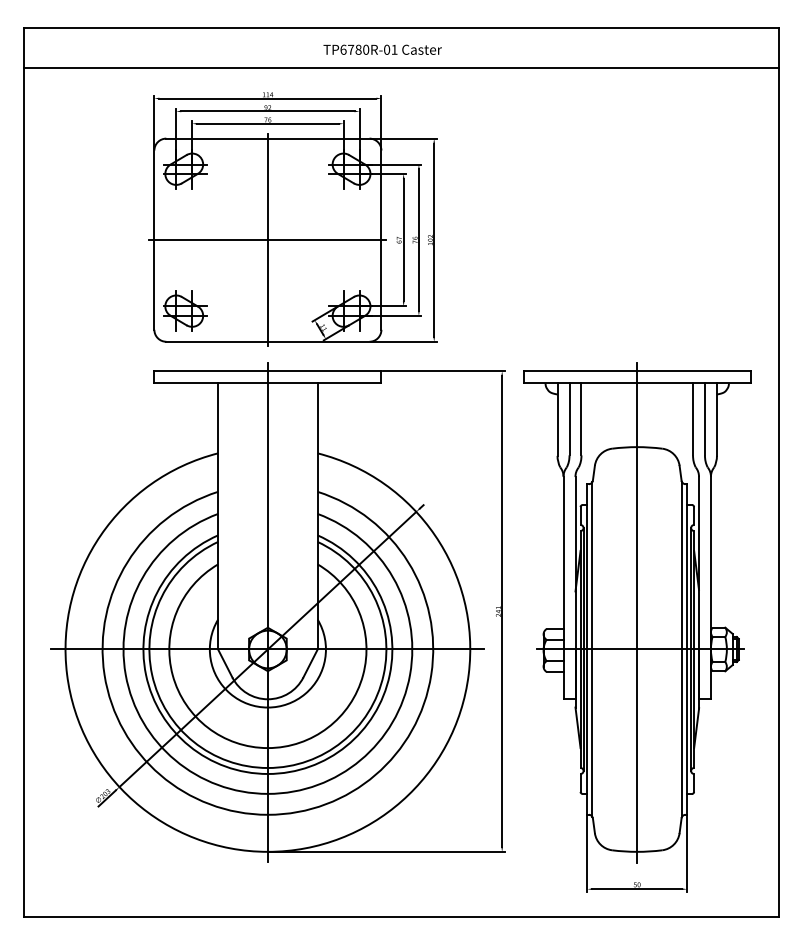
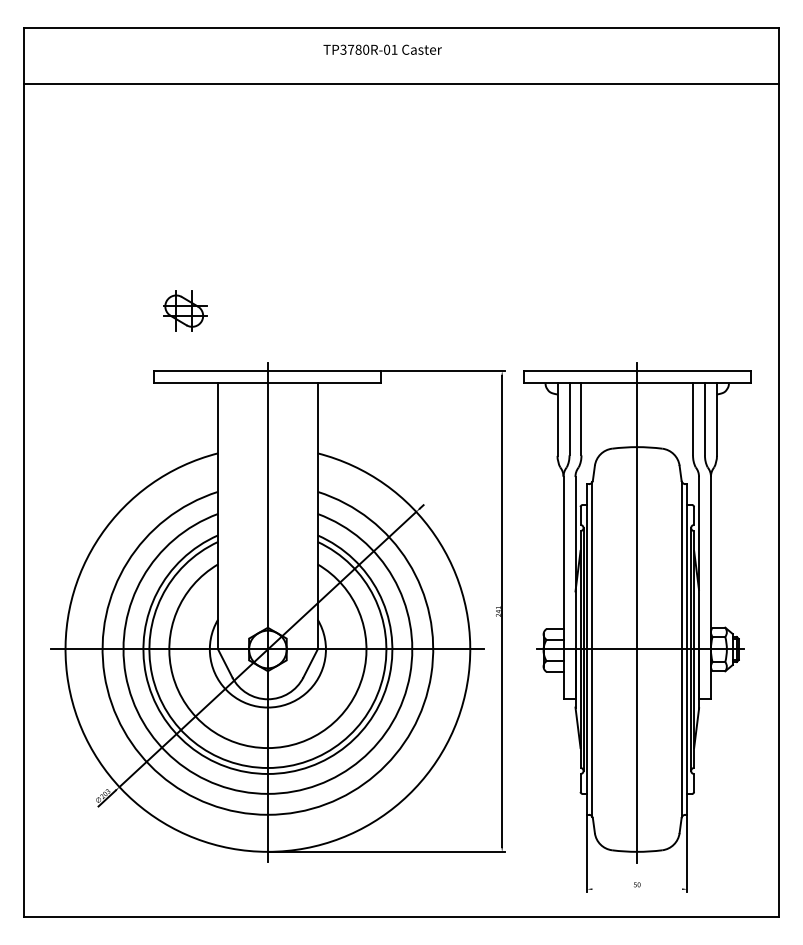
text at (343, 49): TP6780R-01 -> TP3780R-01
line at (401, 68) position: (401, 68) -> (401, 84)
part at (292, 219): present -> none
line at (637, 889): present -> none
